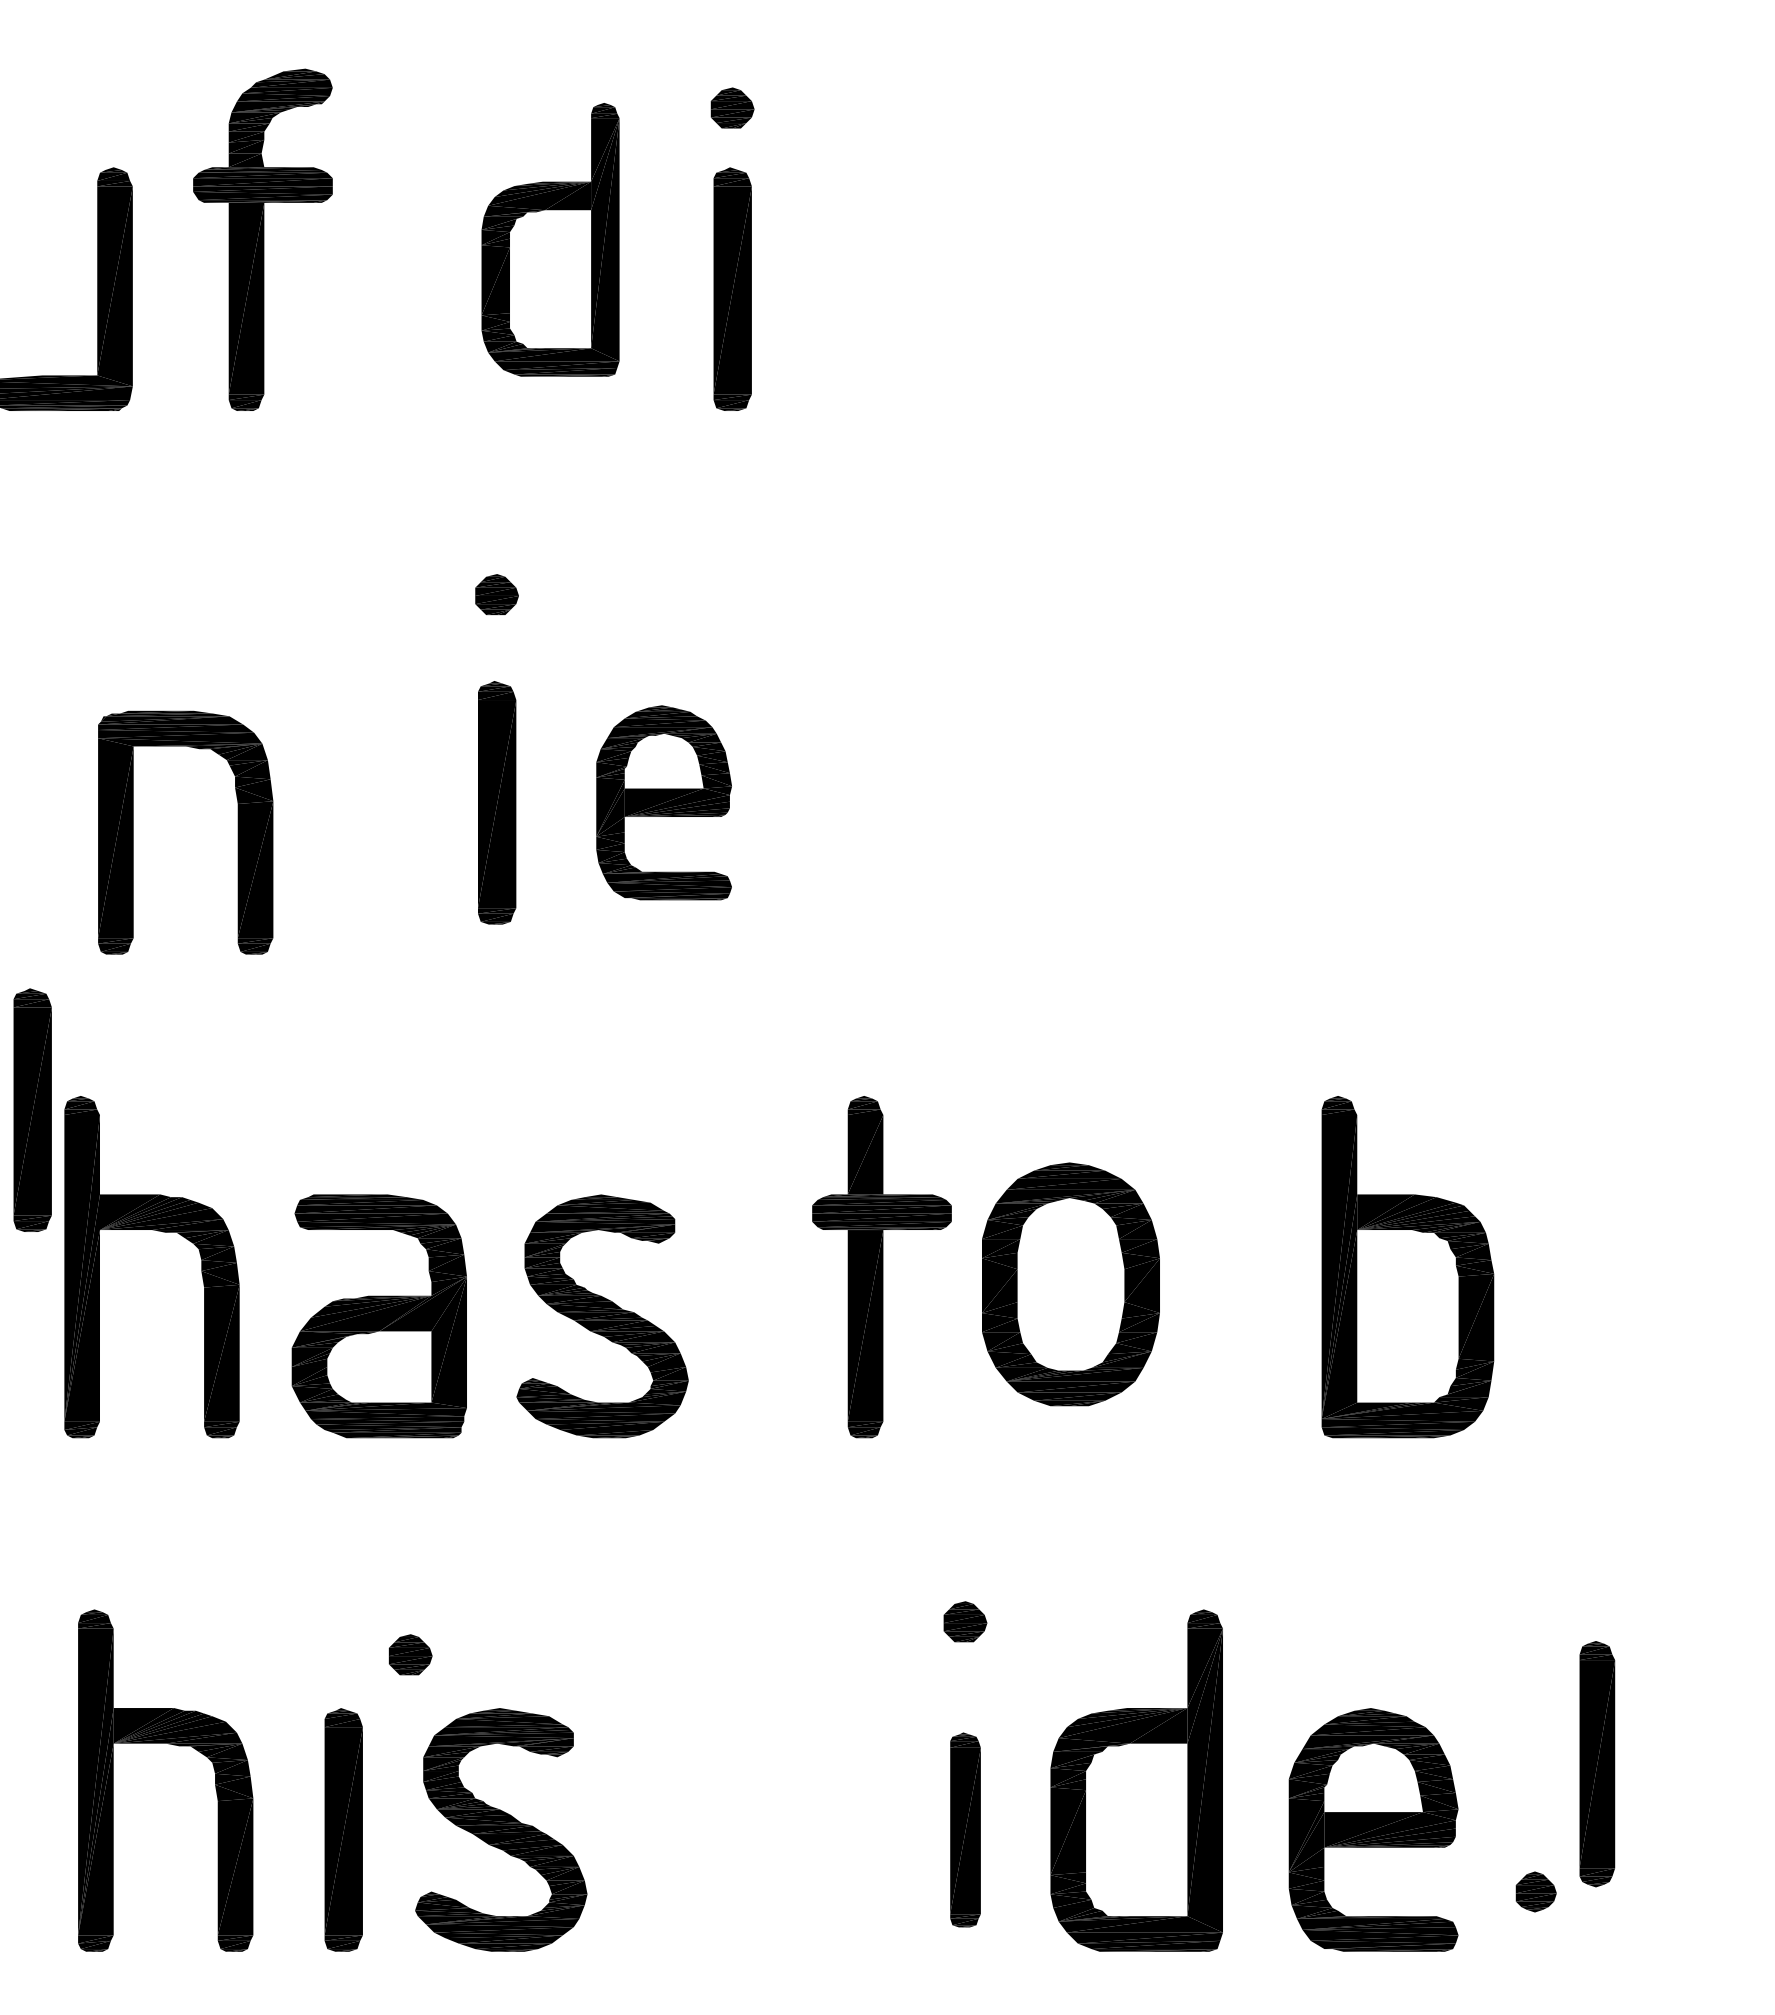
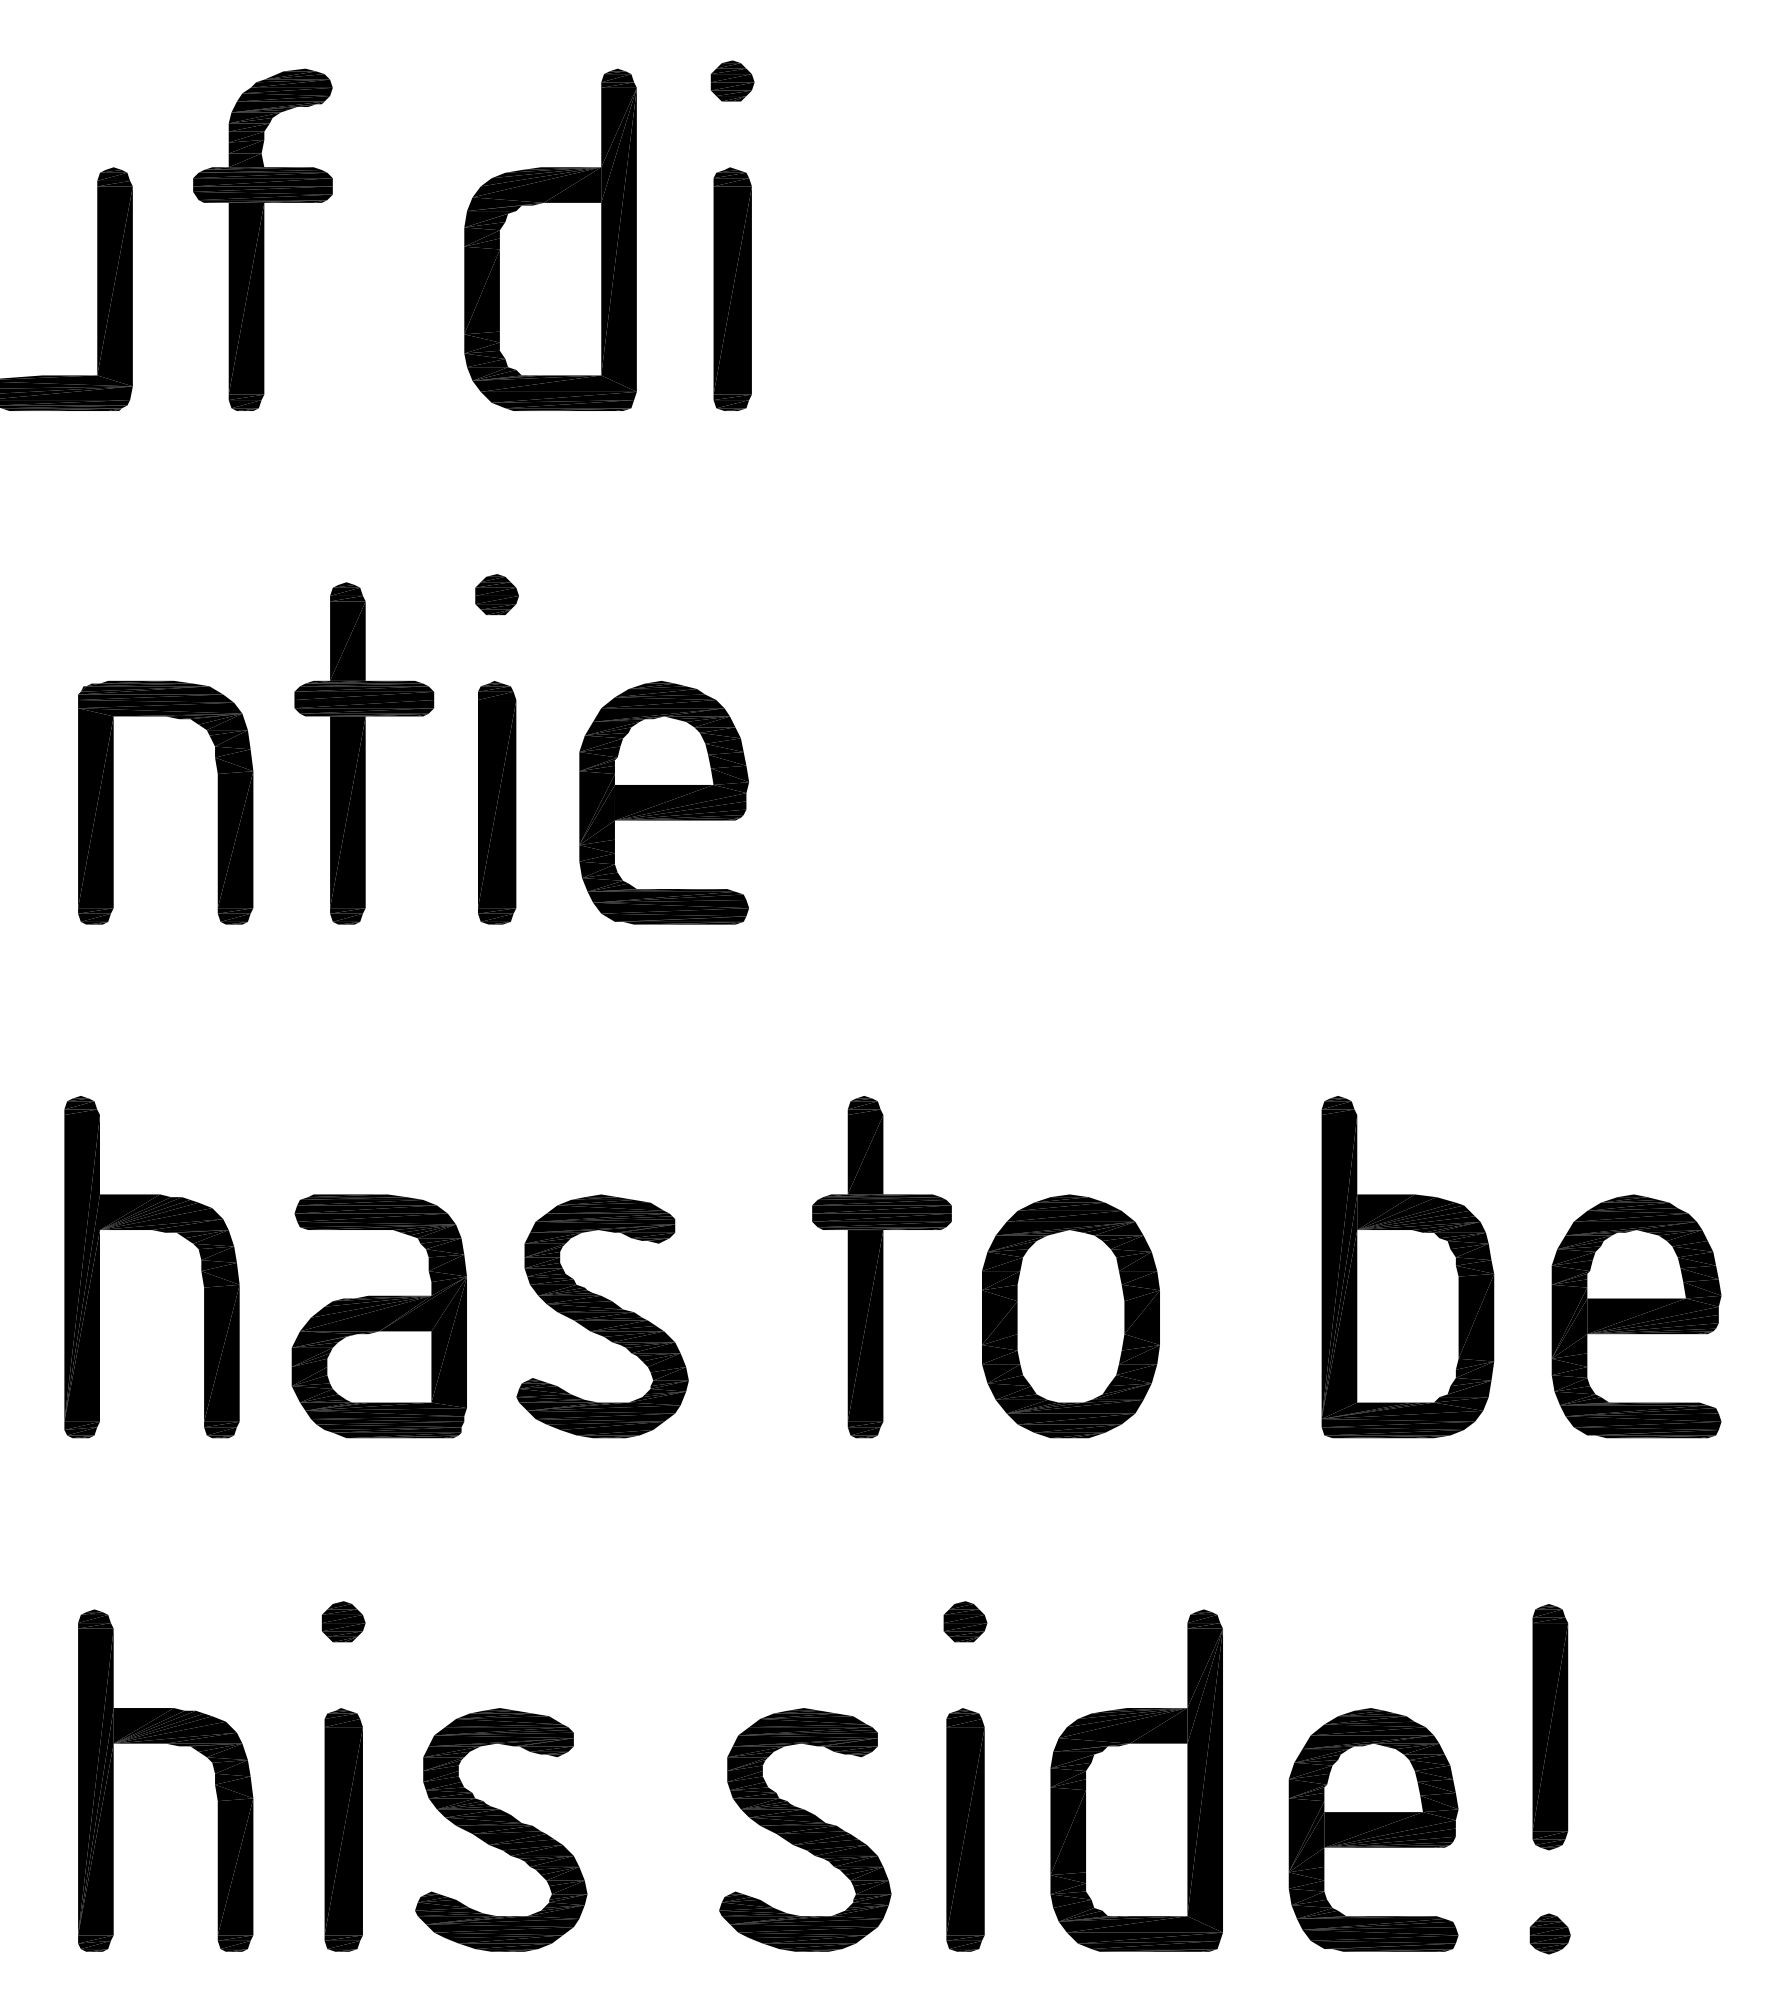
part at (732, 107) position: (732, 107) -> (732, 80)
part at (550, 239) size: 139x274 px -> 173x343 px
part at (364, 753): none -> present
part at (663, 802) size: 136x196 px -> 170x244 px
part at (133, 832) position: (133, 832) -> (113, 802)
part at (32, 1109): present -> none
part at (1070, 1284) position: (1070, 1284) -> (1070, 1316)
part at (1636, 1316): none -> present
part at (410, 1654) position: (410, 1654) -> (343, 1621)
part at (1597, 1764) position: (1597, 1764) -> (1550, 1727)
part at (805, 1829): none -> present
part at (965, 1829) size: 31x196 px -> 39x244 px
part at (1535, 1891) position: (1535, 1891) -> (1549, 1933)
